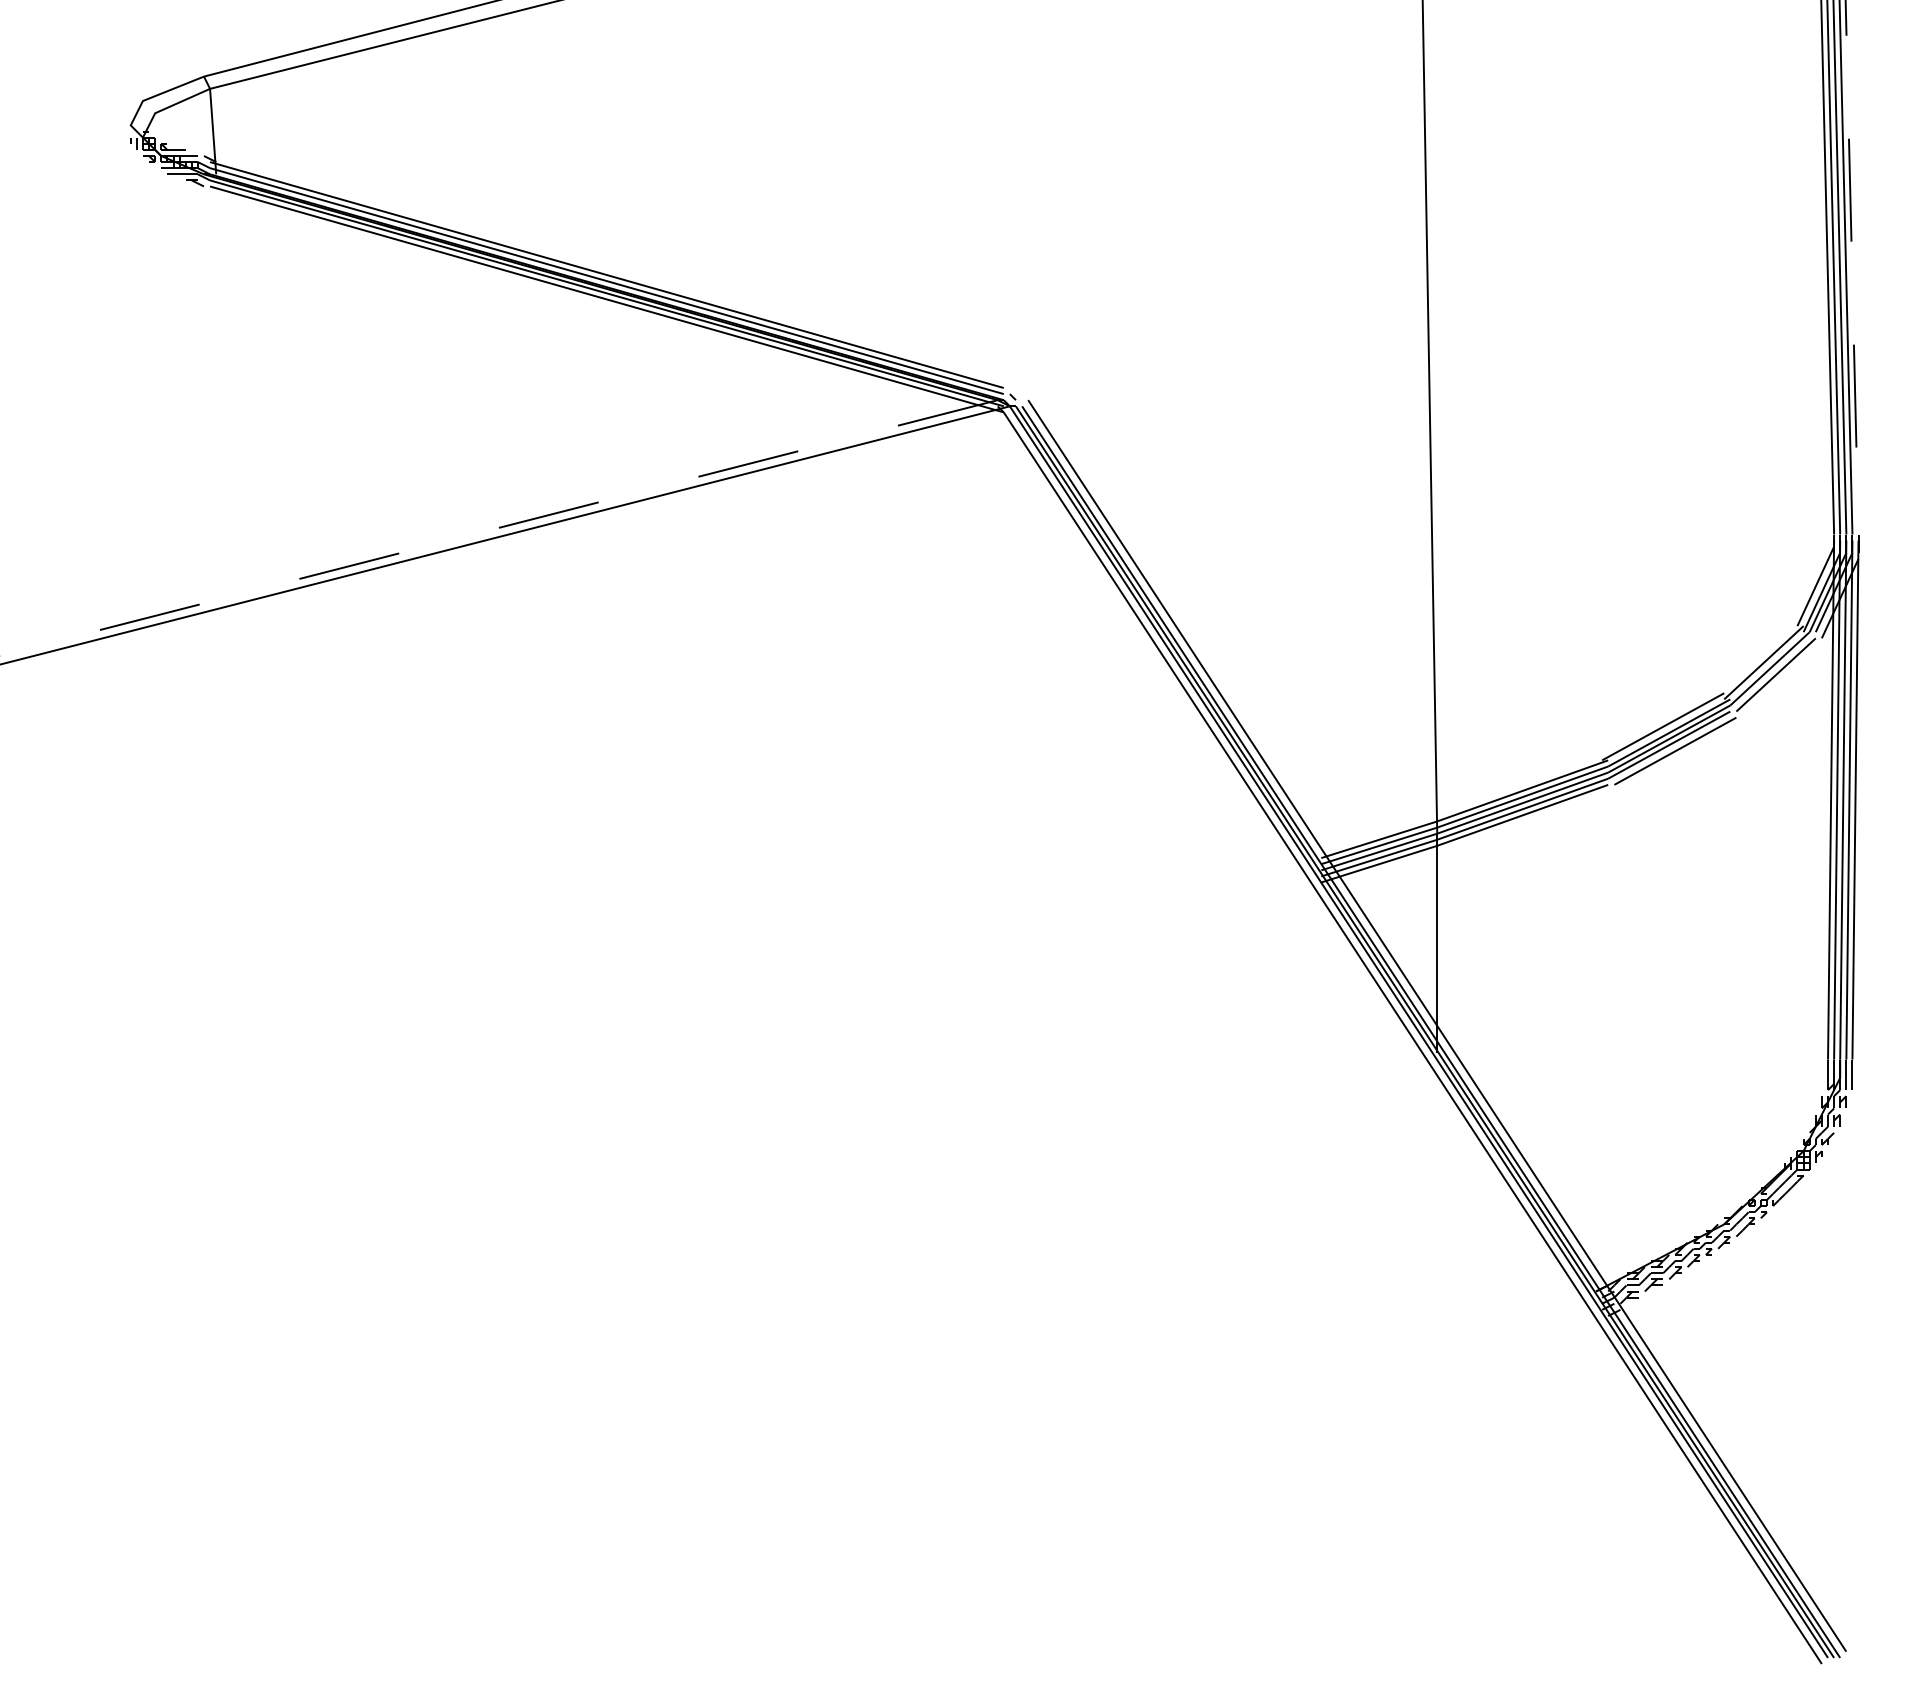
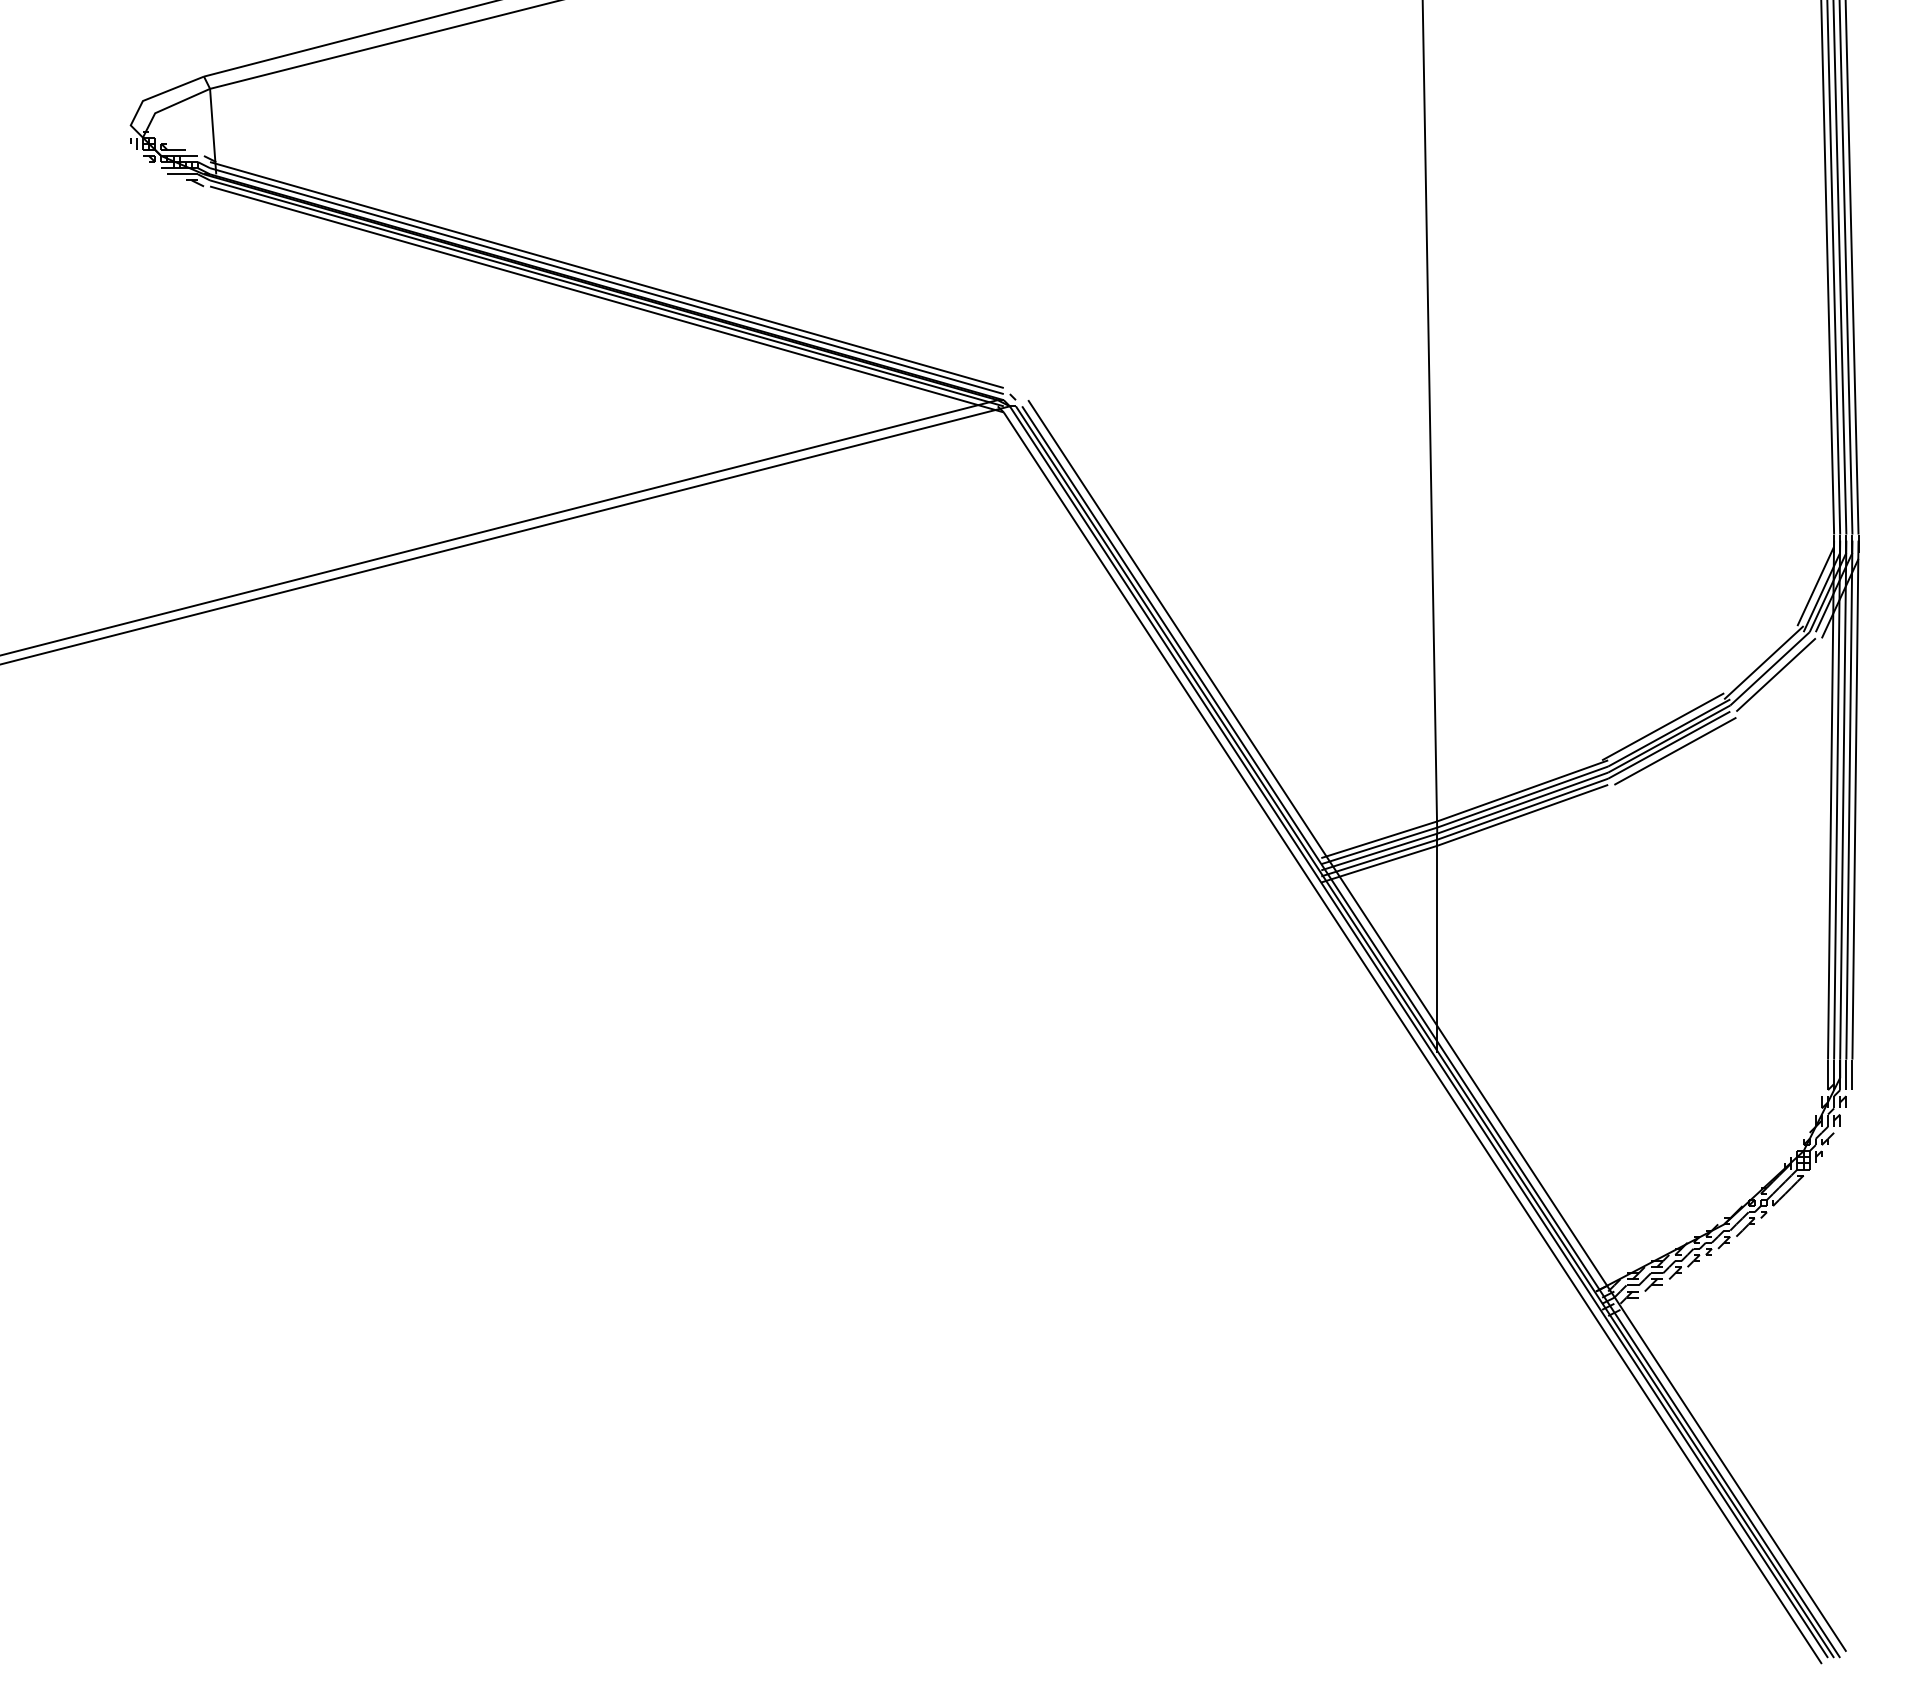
line at (1852, 267): dashed -> solid
line at (498, 527): dashed -> solid
